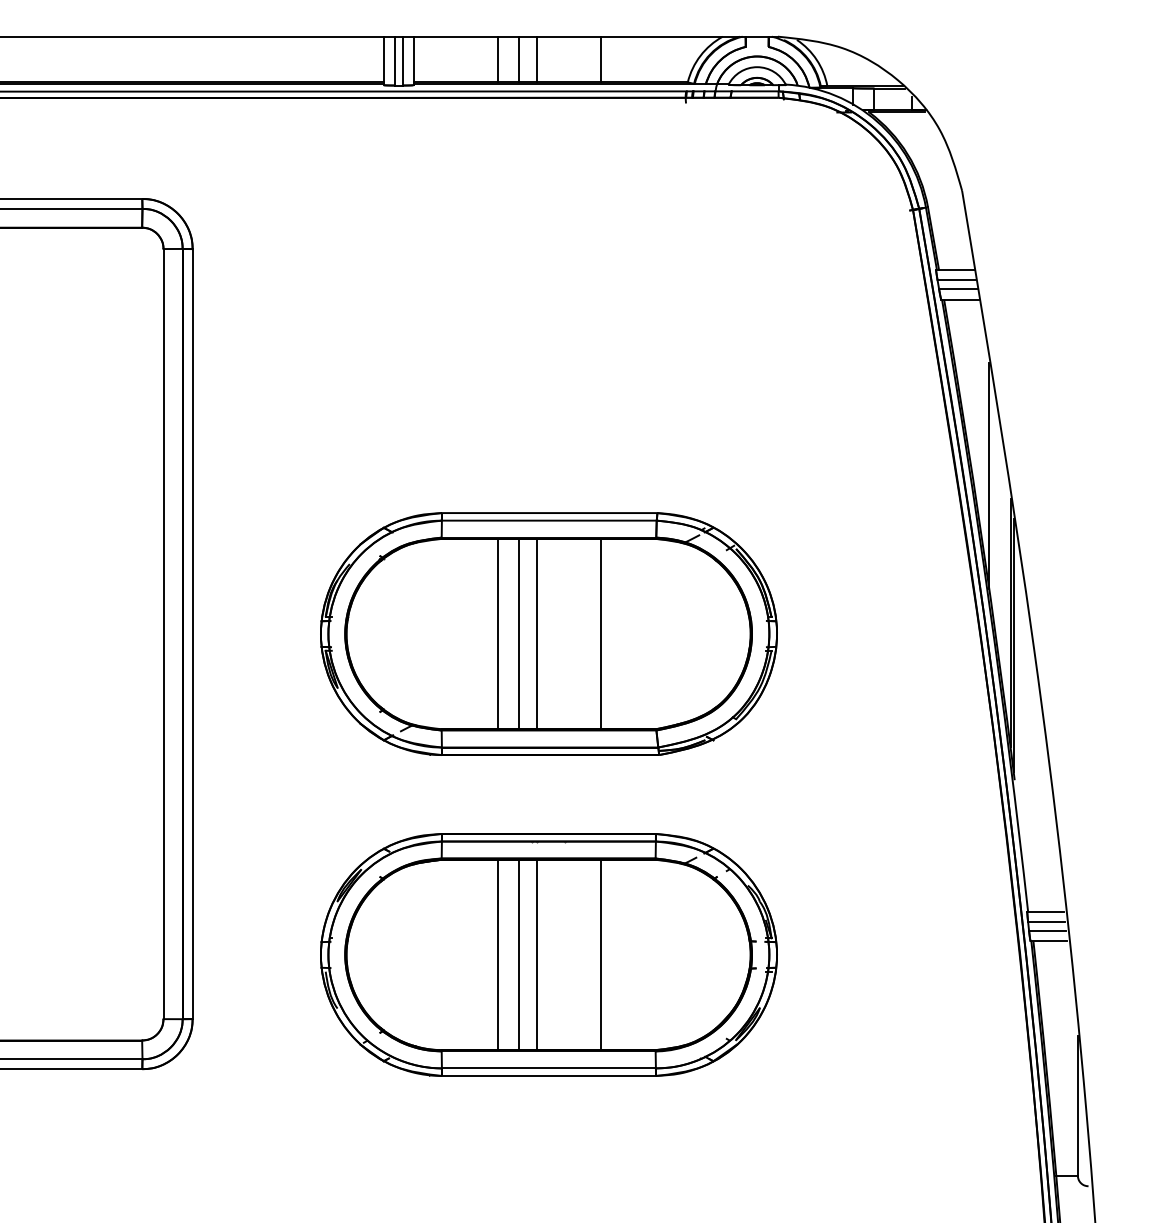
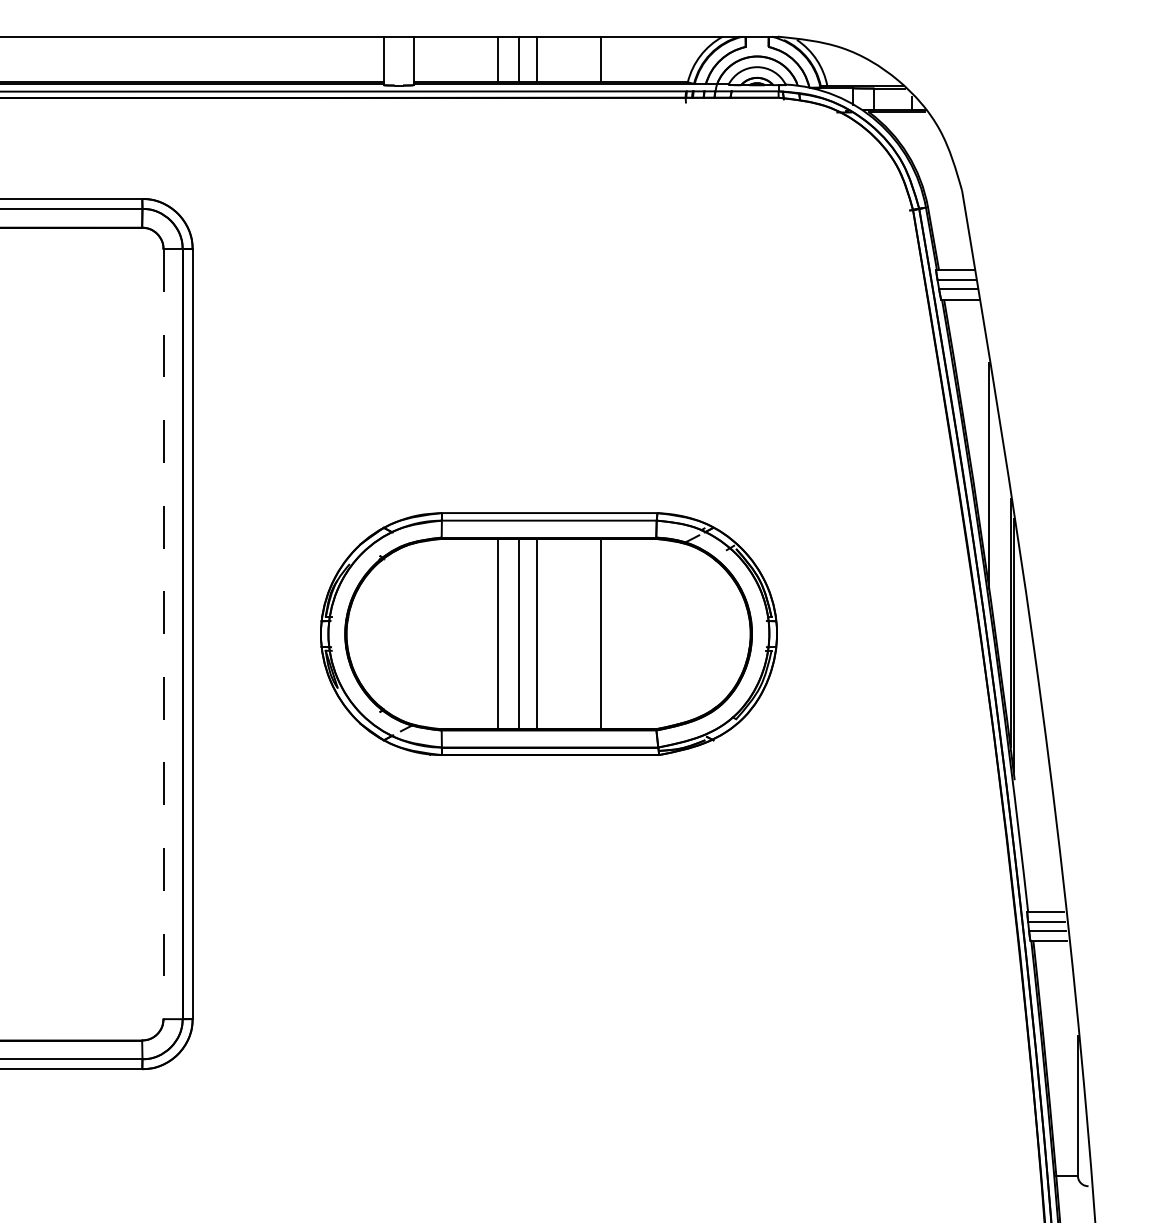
line at (394, 60): present -> none
line at (403, 60): present -> none
line at (163, 634): solid -> dashed
part at (548, 954): present -> none
